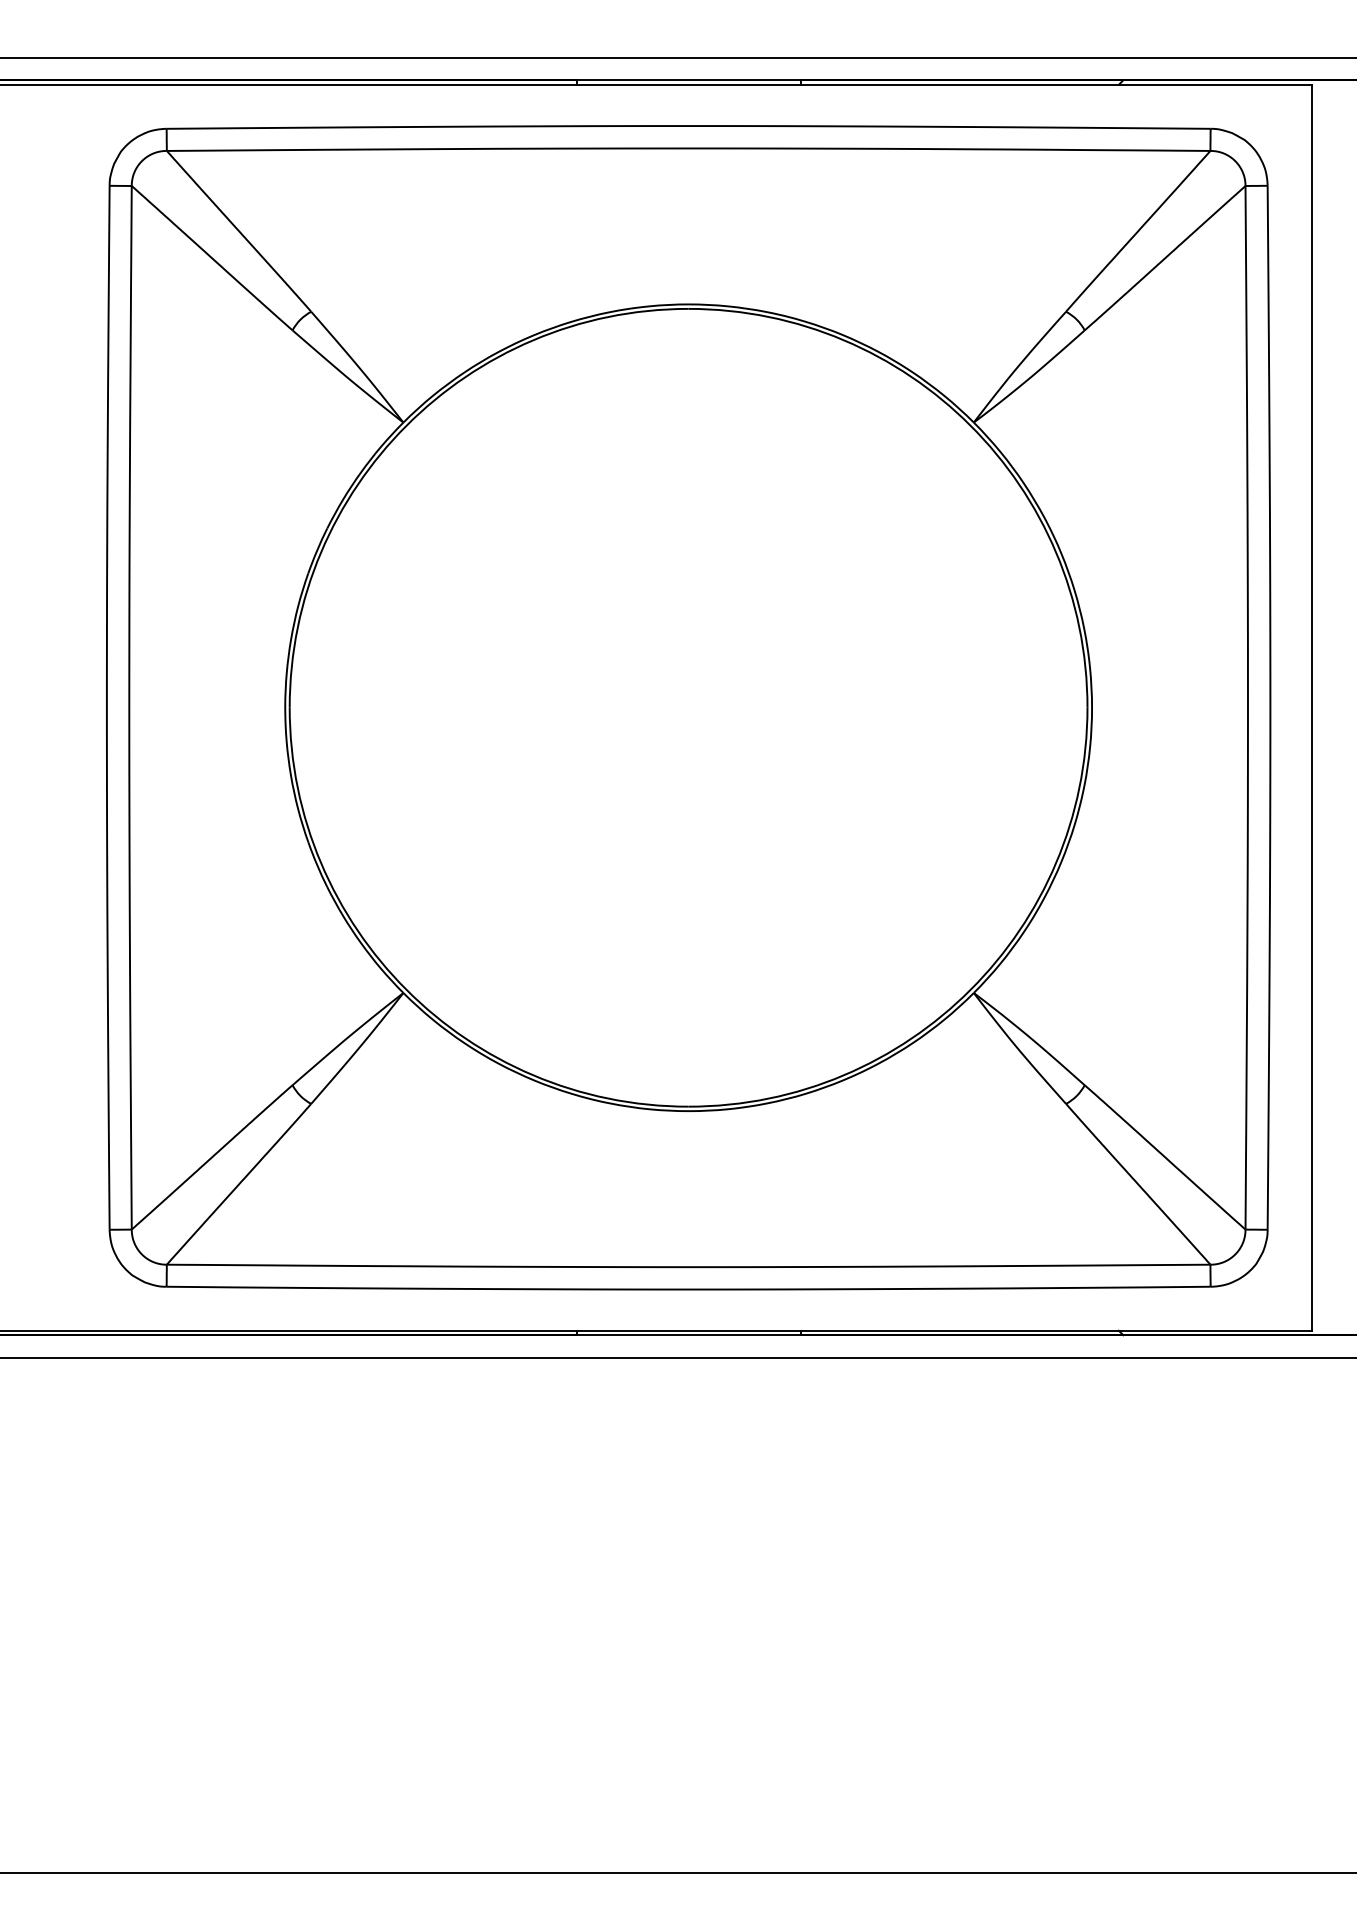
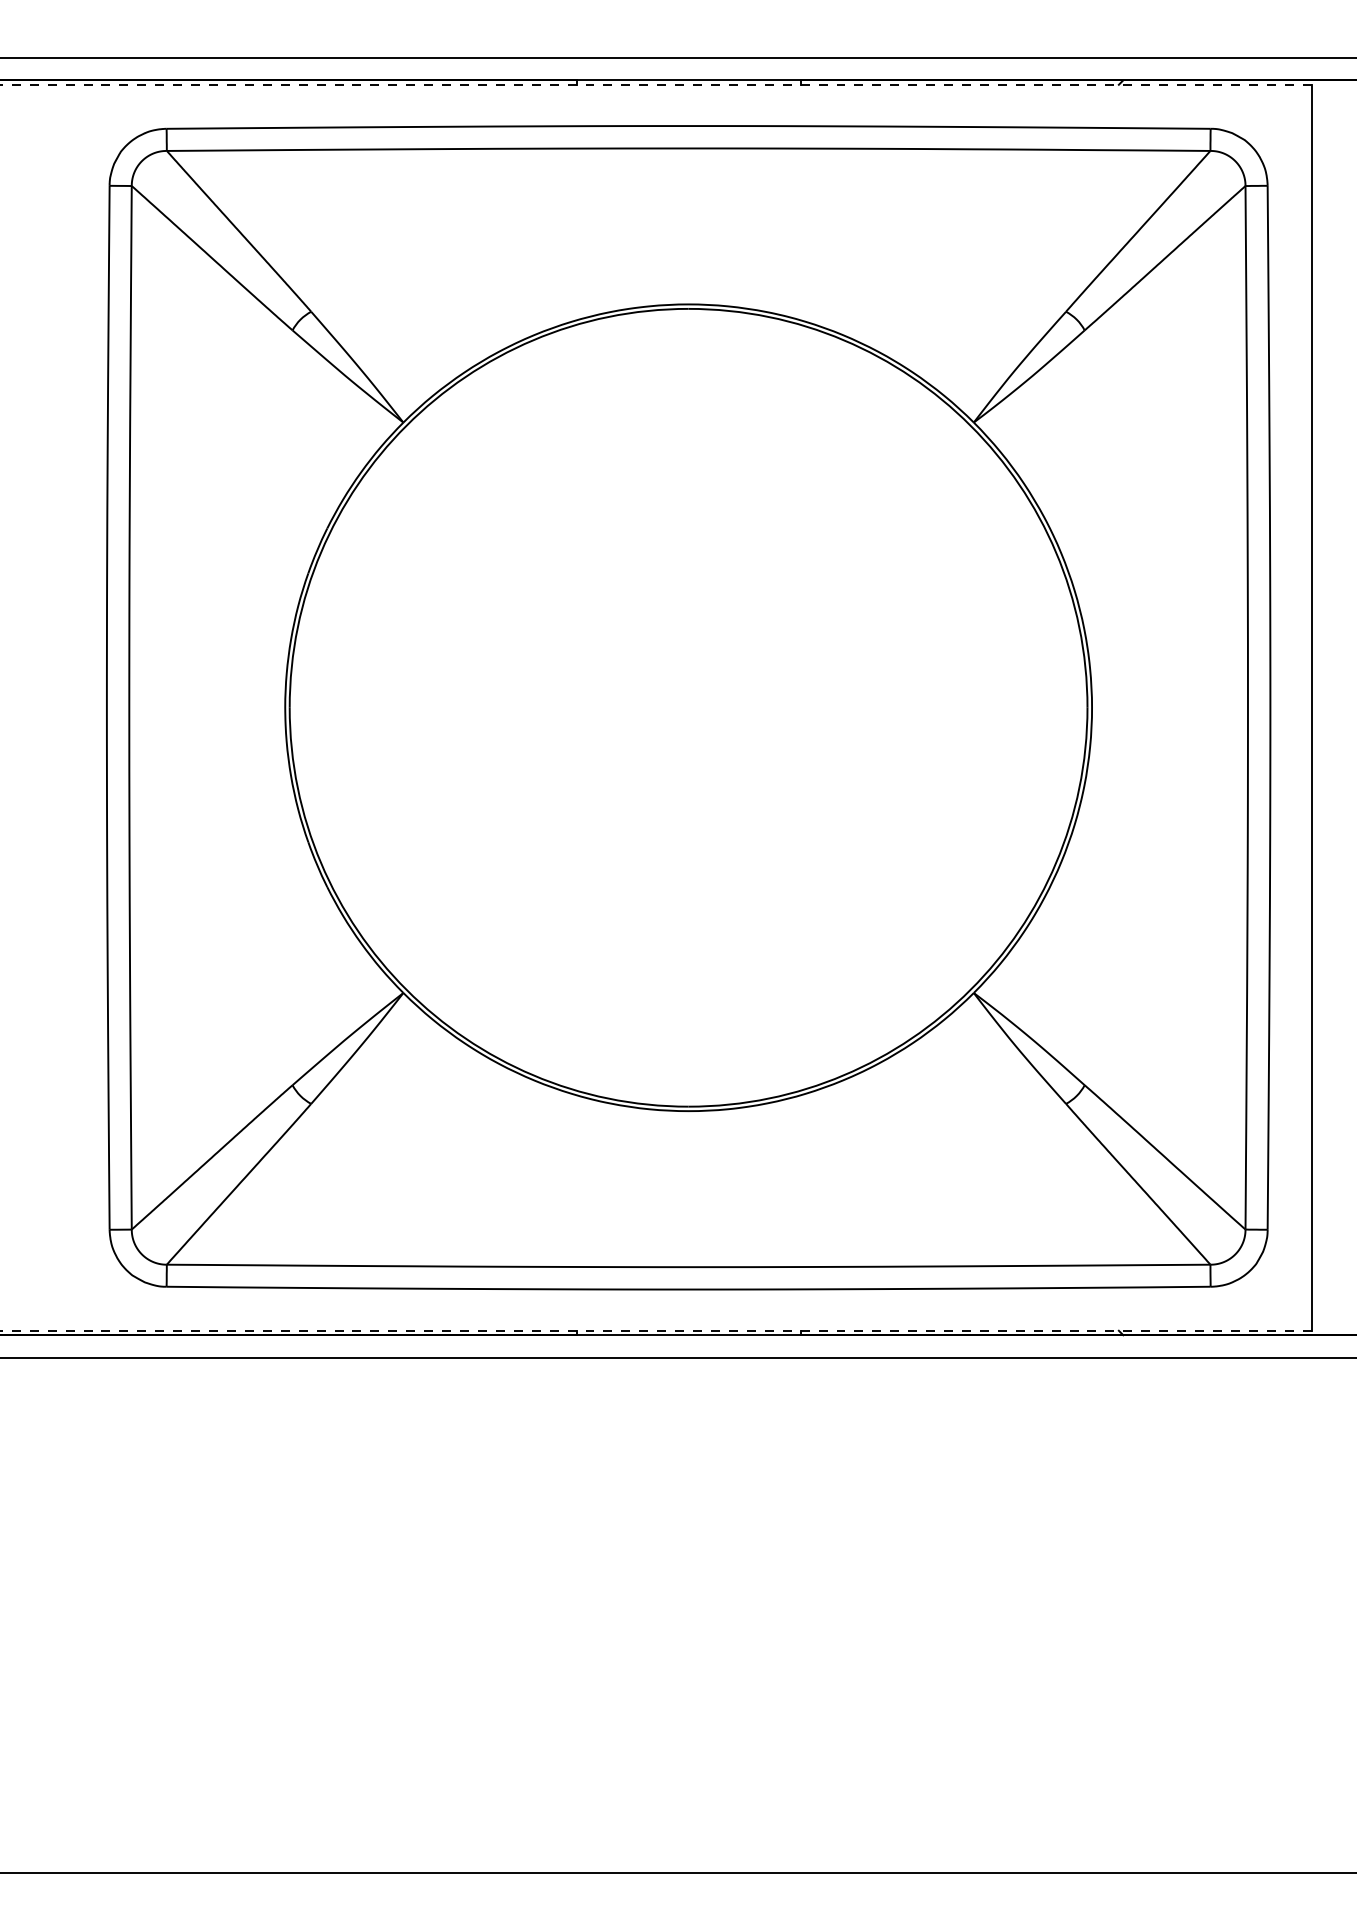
line at (655, 84): solid -> dashed
line at (656, 1330): solid -> dashed
